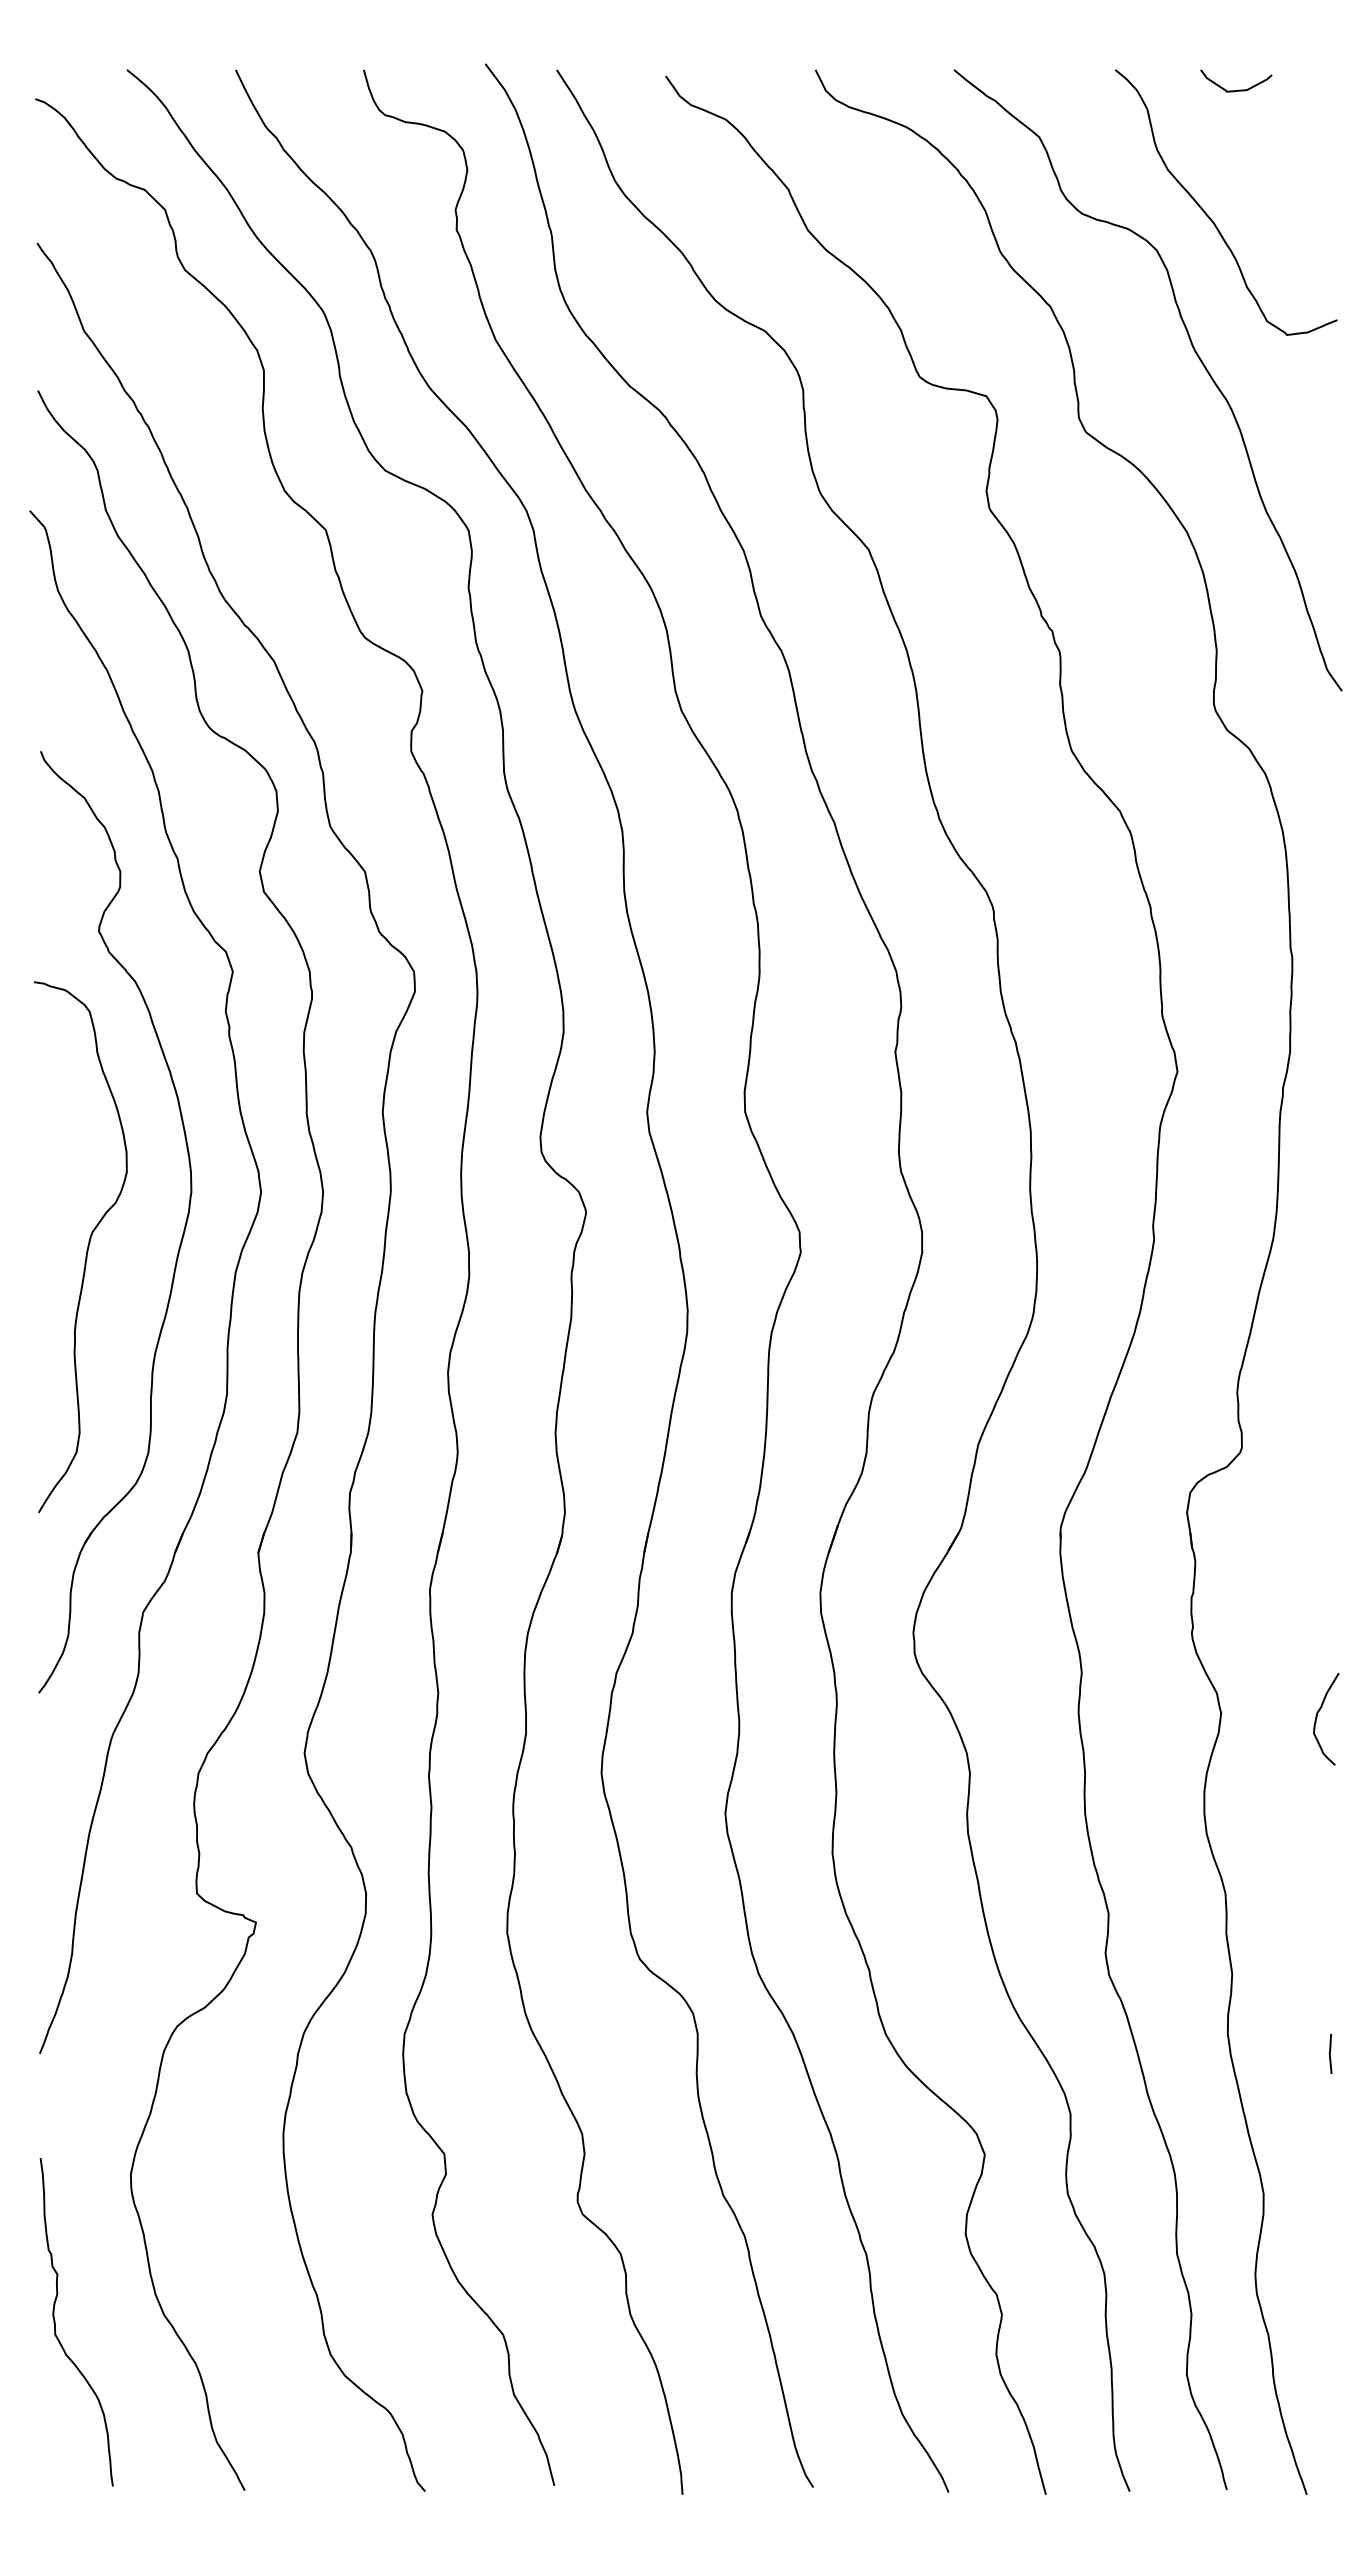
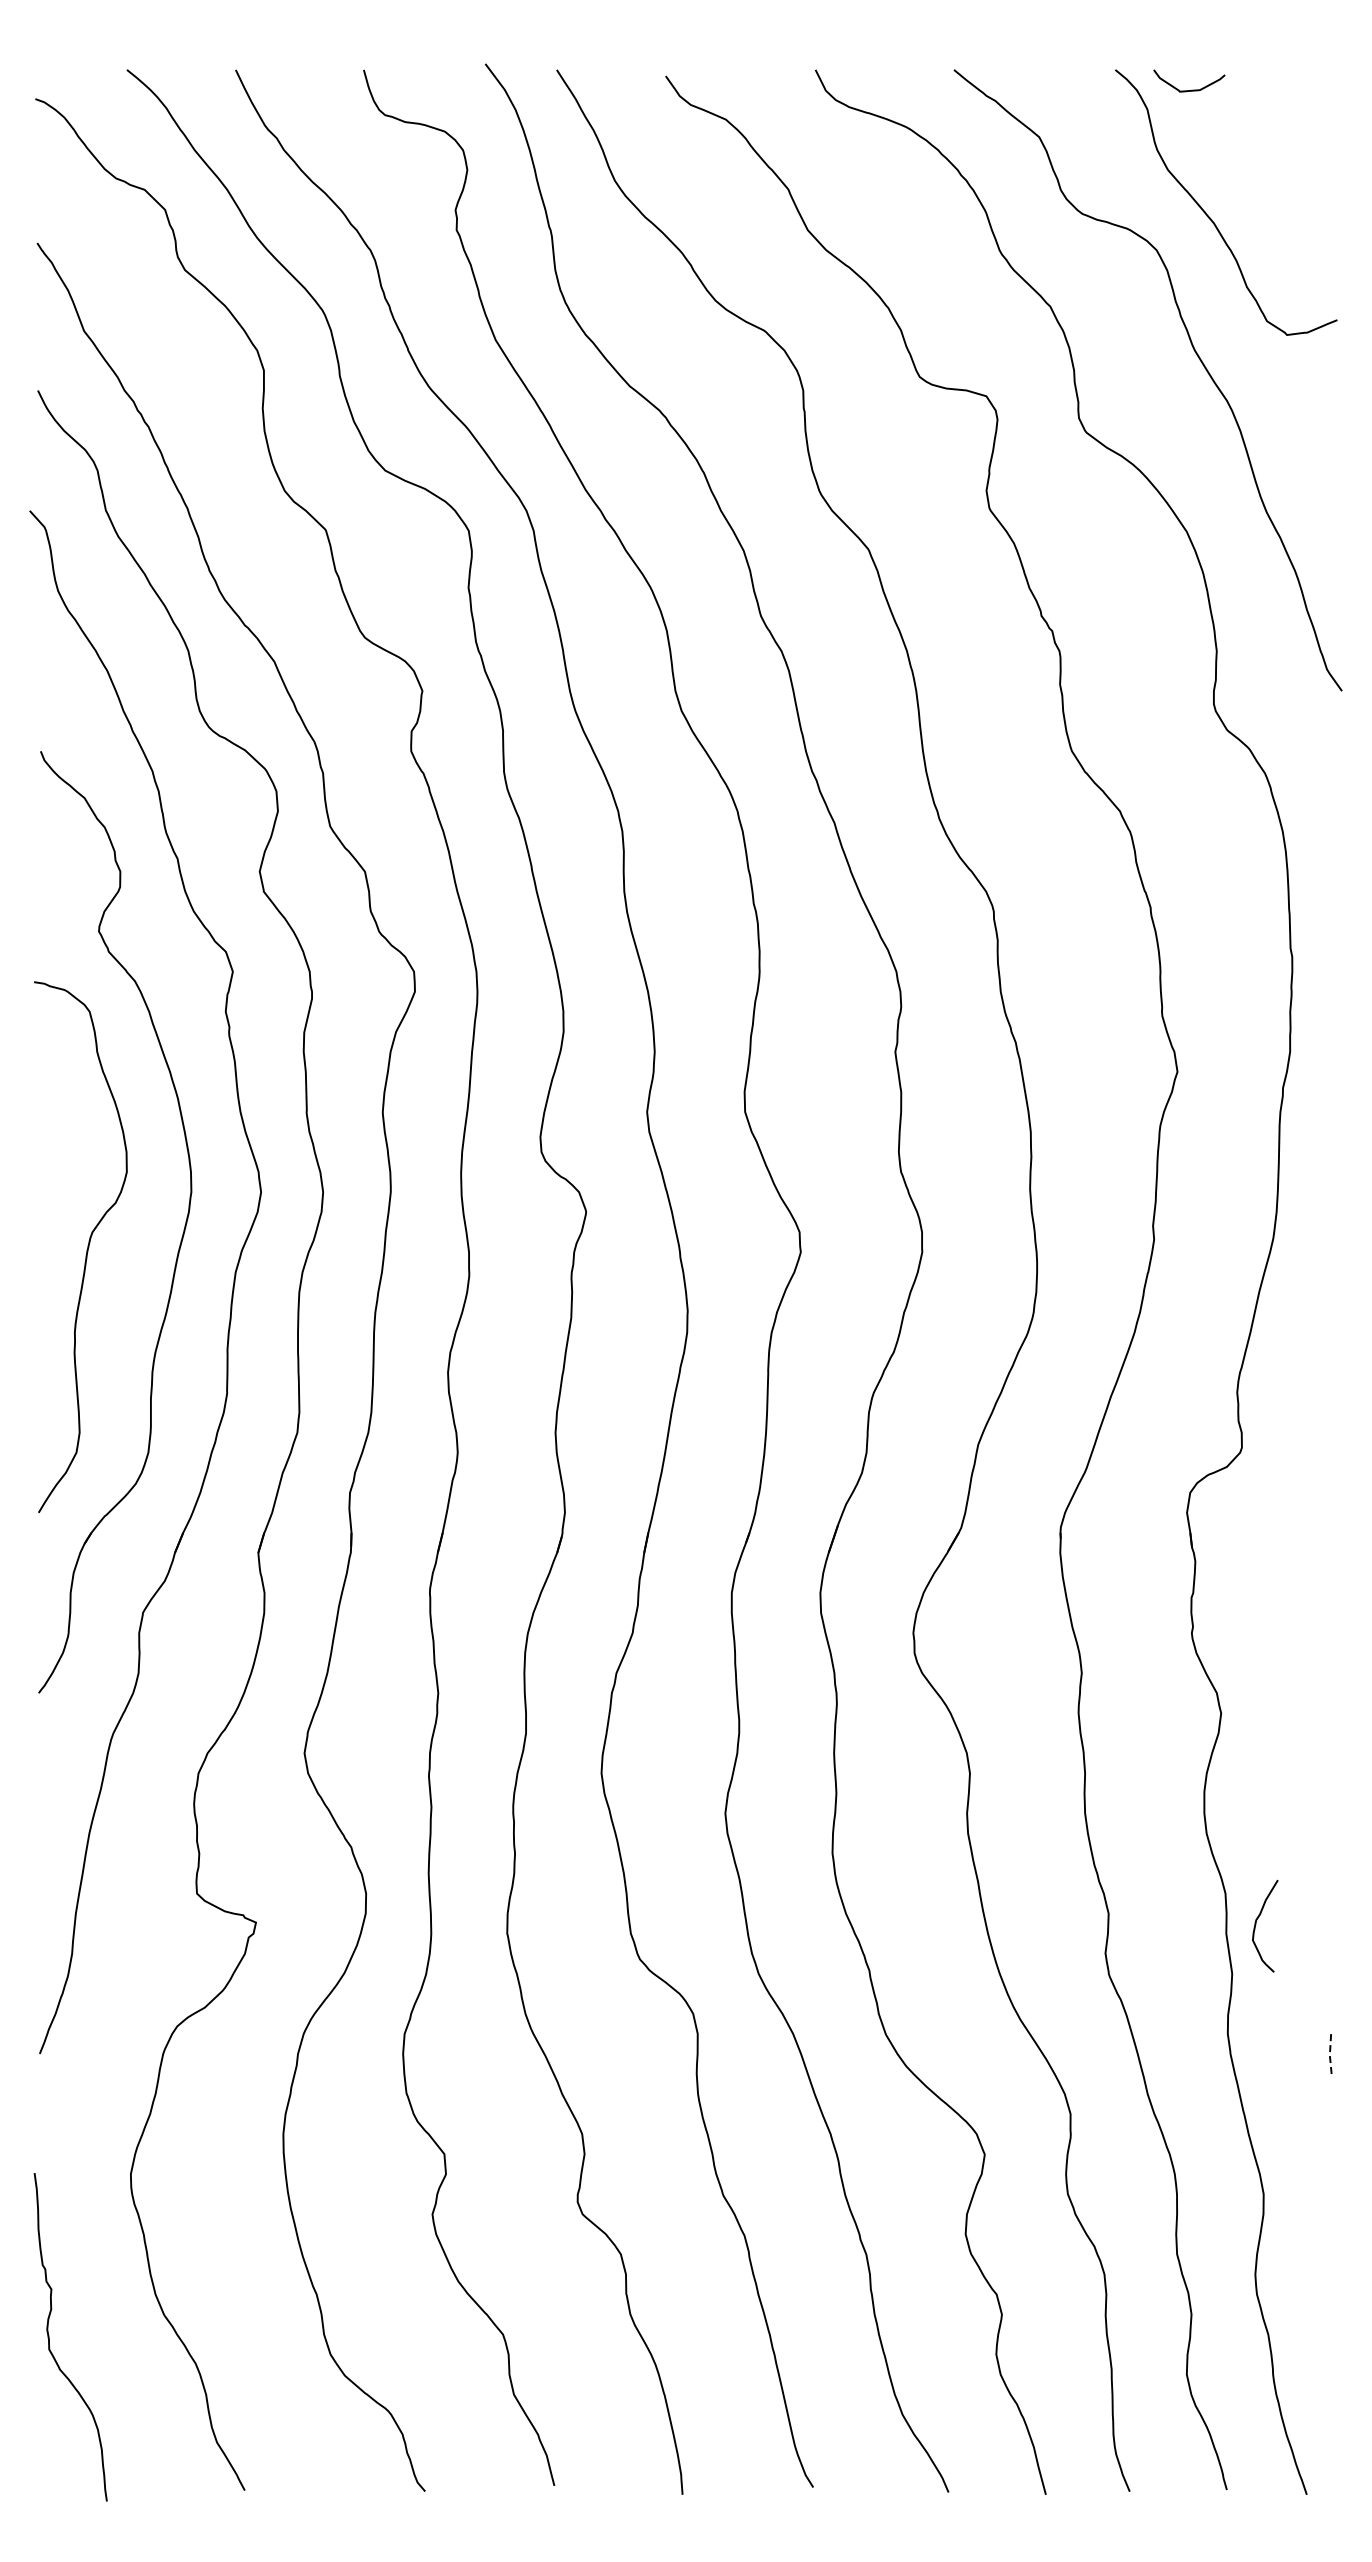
curve at (1238, 89) position: (1238, 89) -> (1191, 89)
curve at (1317, 1718) position: (1317, 1718) -> (1256, 1925)
line at (1329, 2053): solid -> dashed
curve at (55, 2322) position: (55, 2322) -> (49, 2337)
